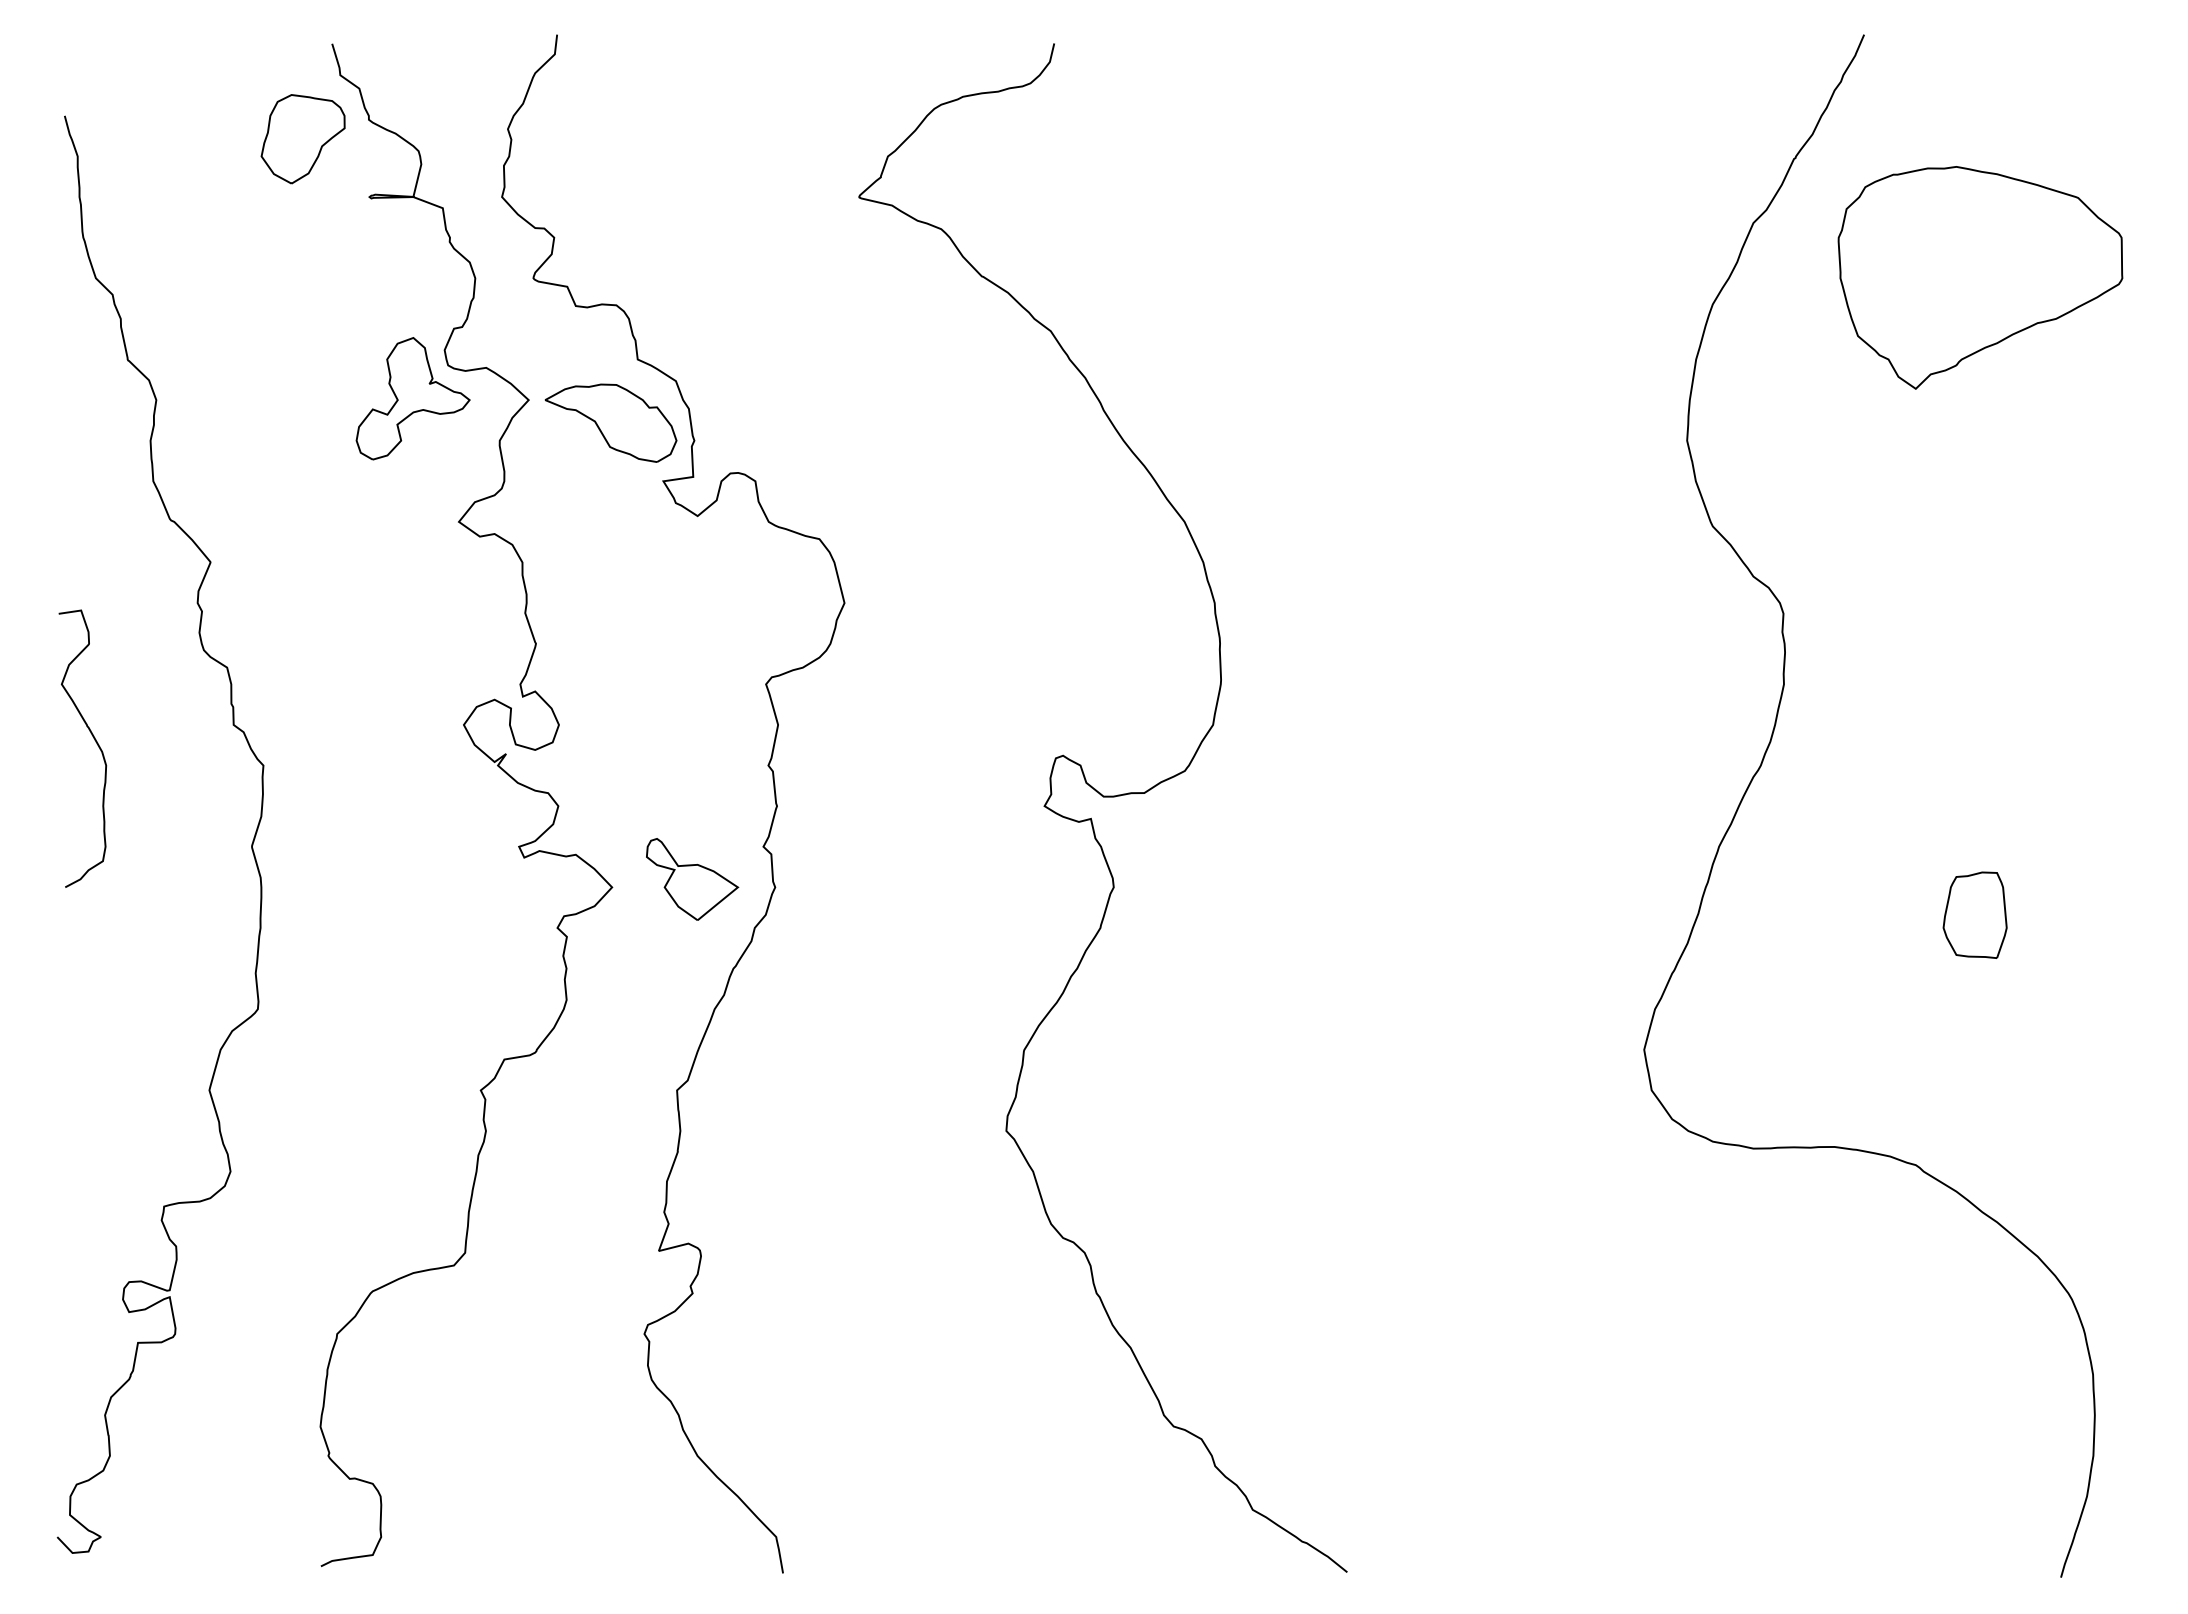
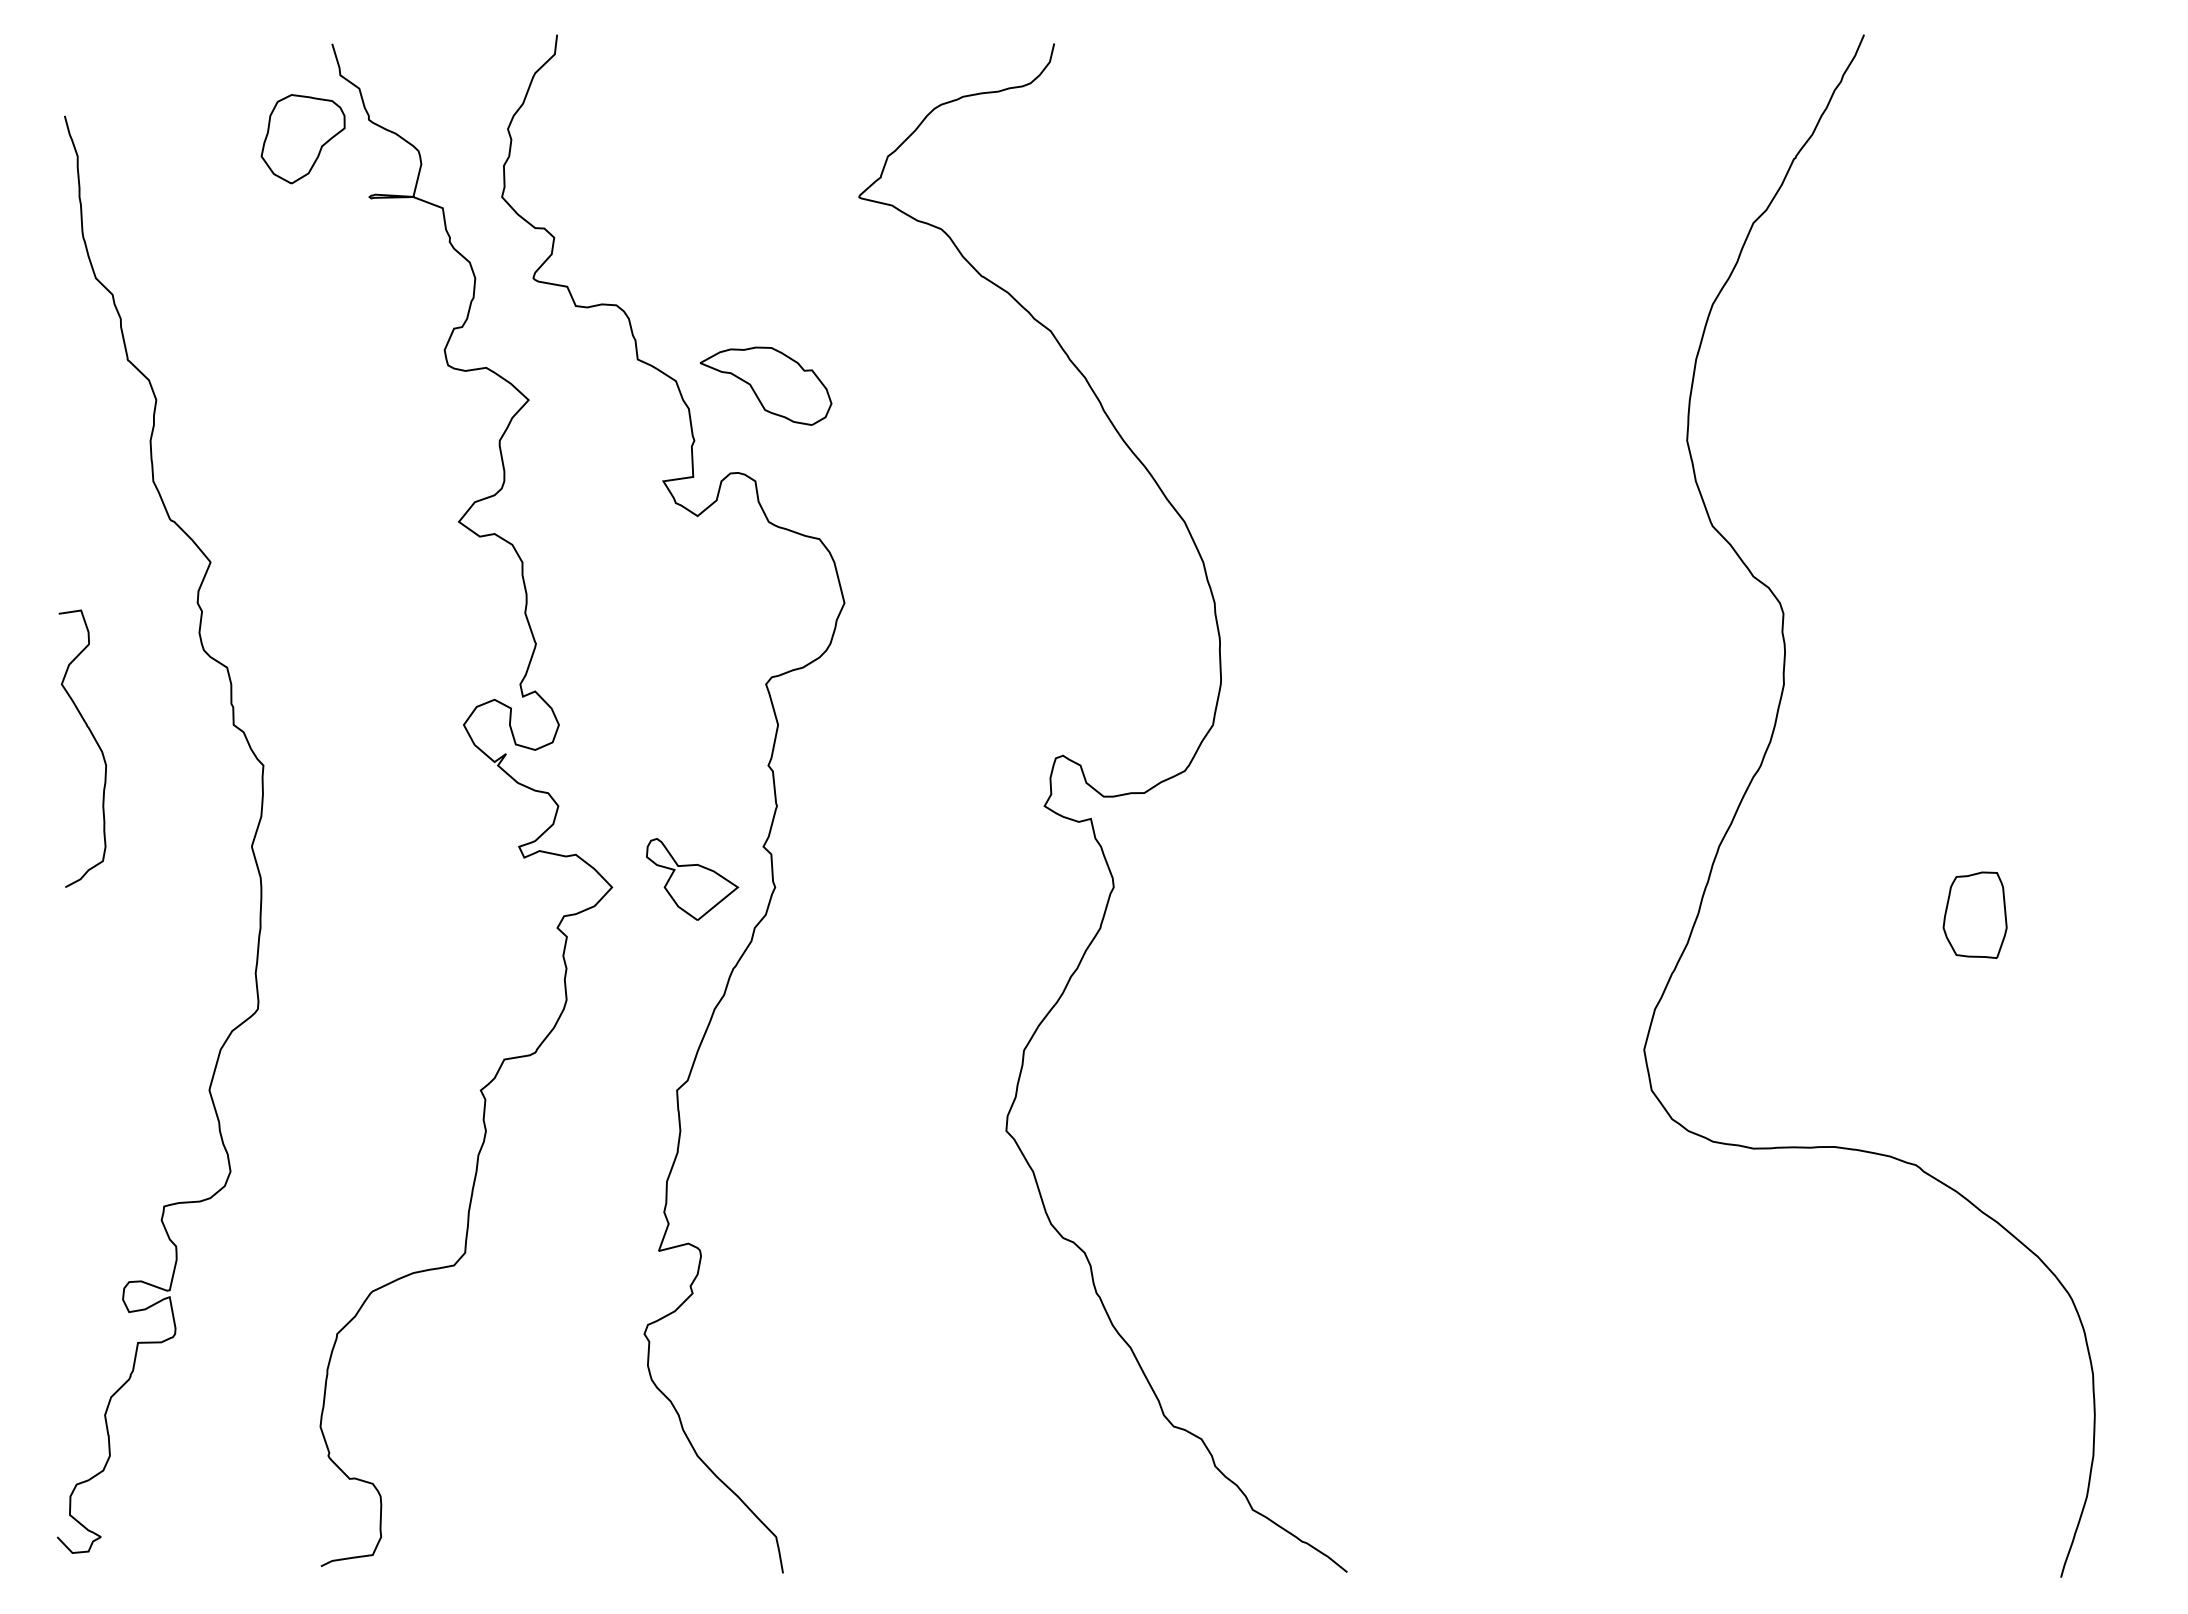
part at (1980, 277): present -> none
part at (412, 398): present -> none
part at (610, 422) position: (610, 422) -> (765, 385)
